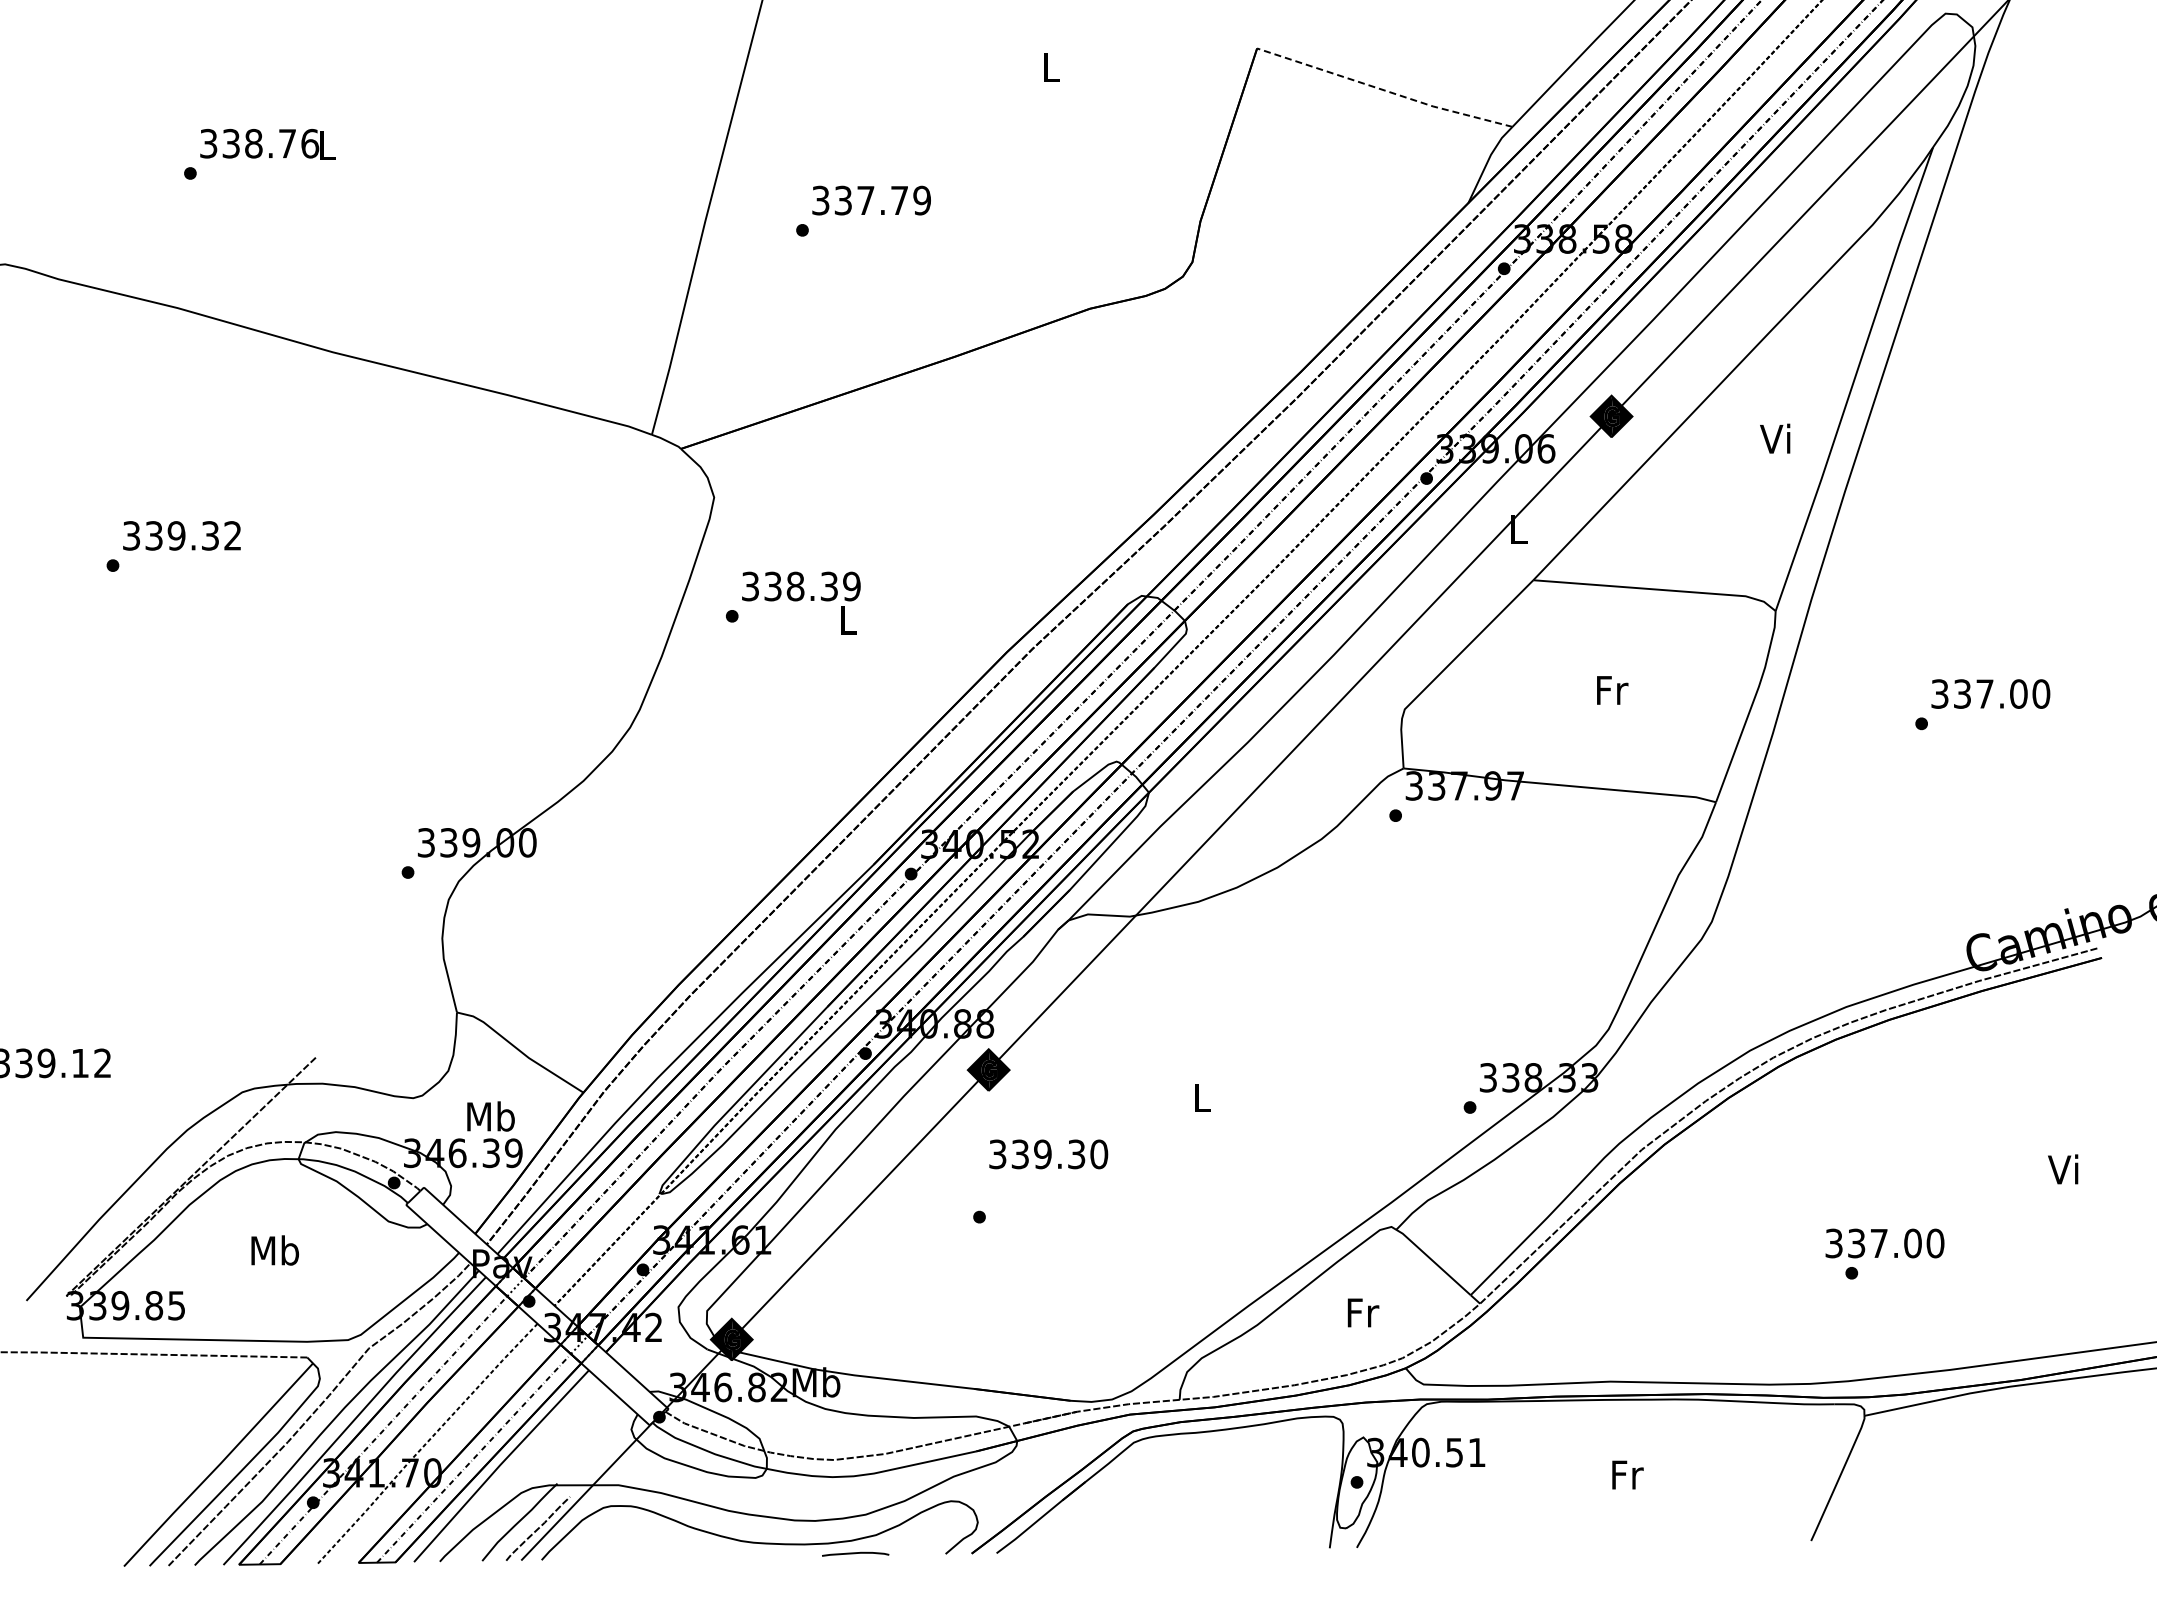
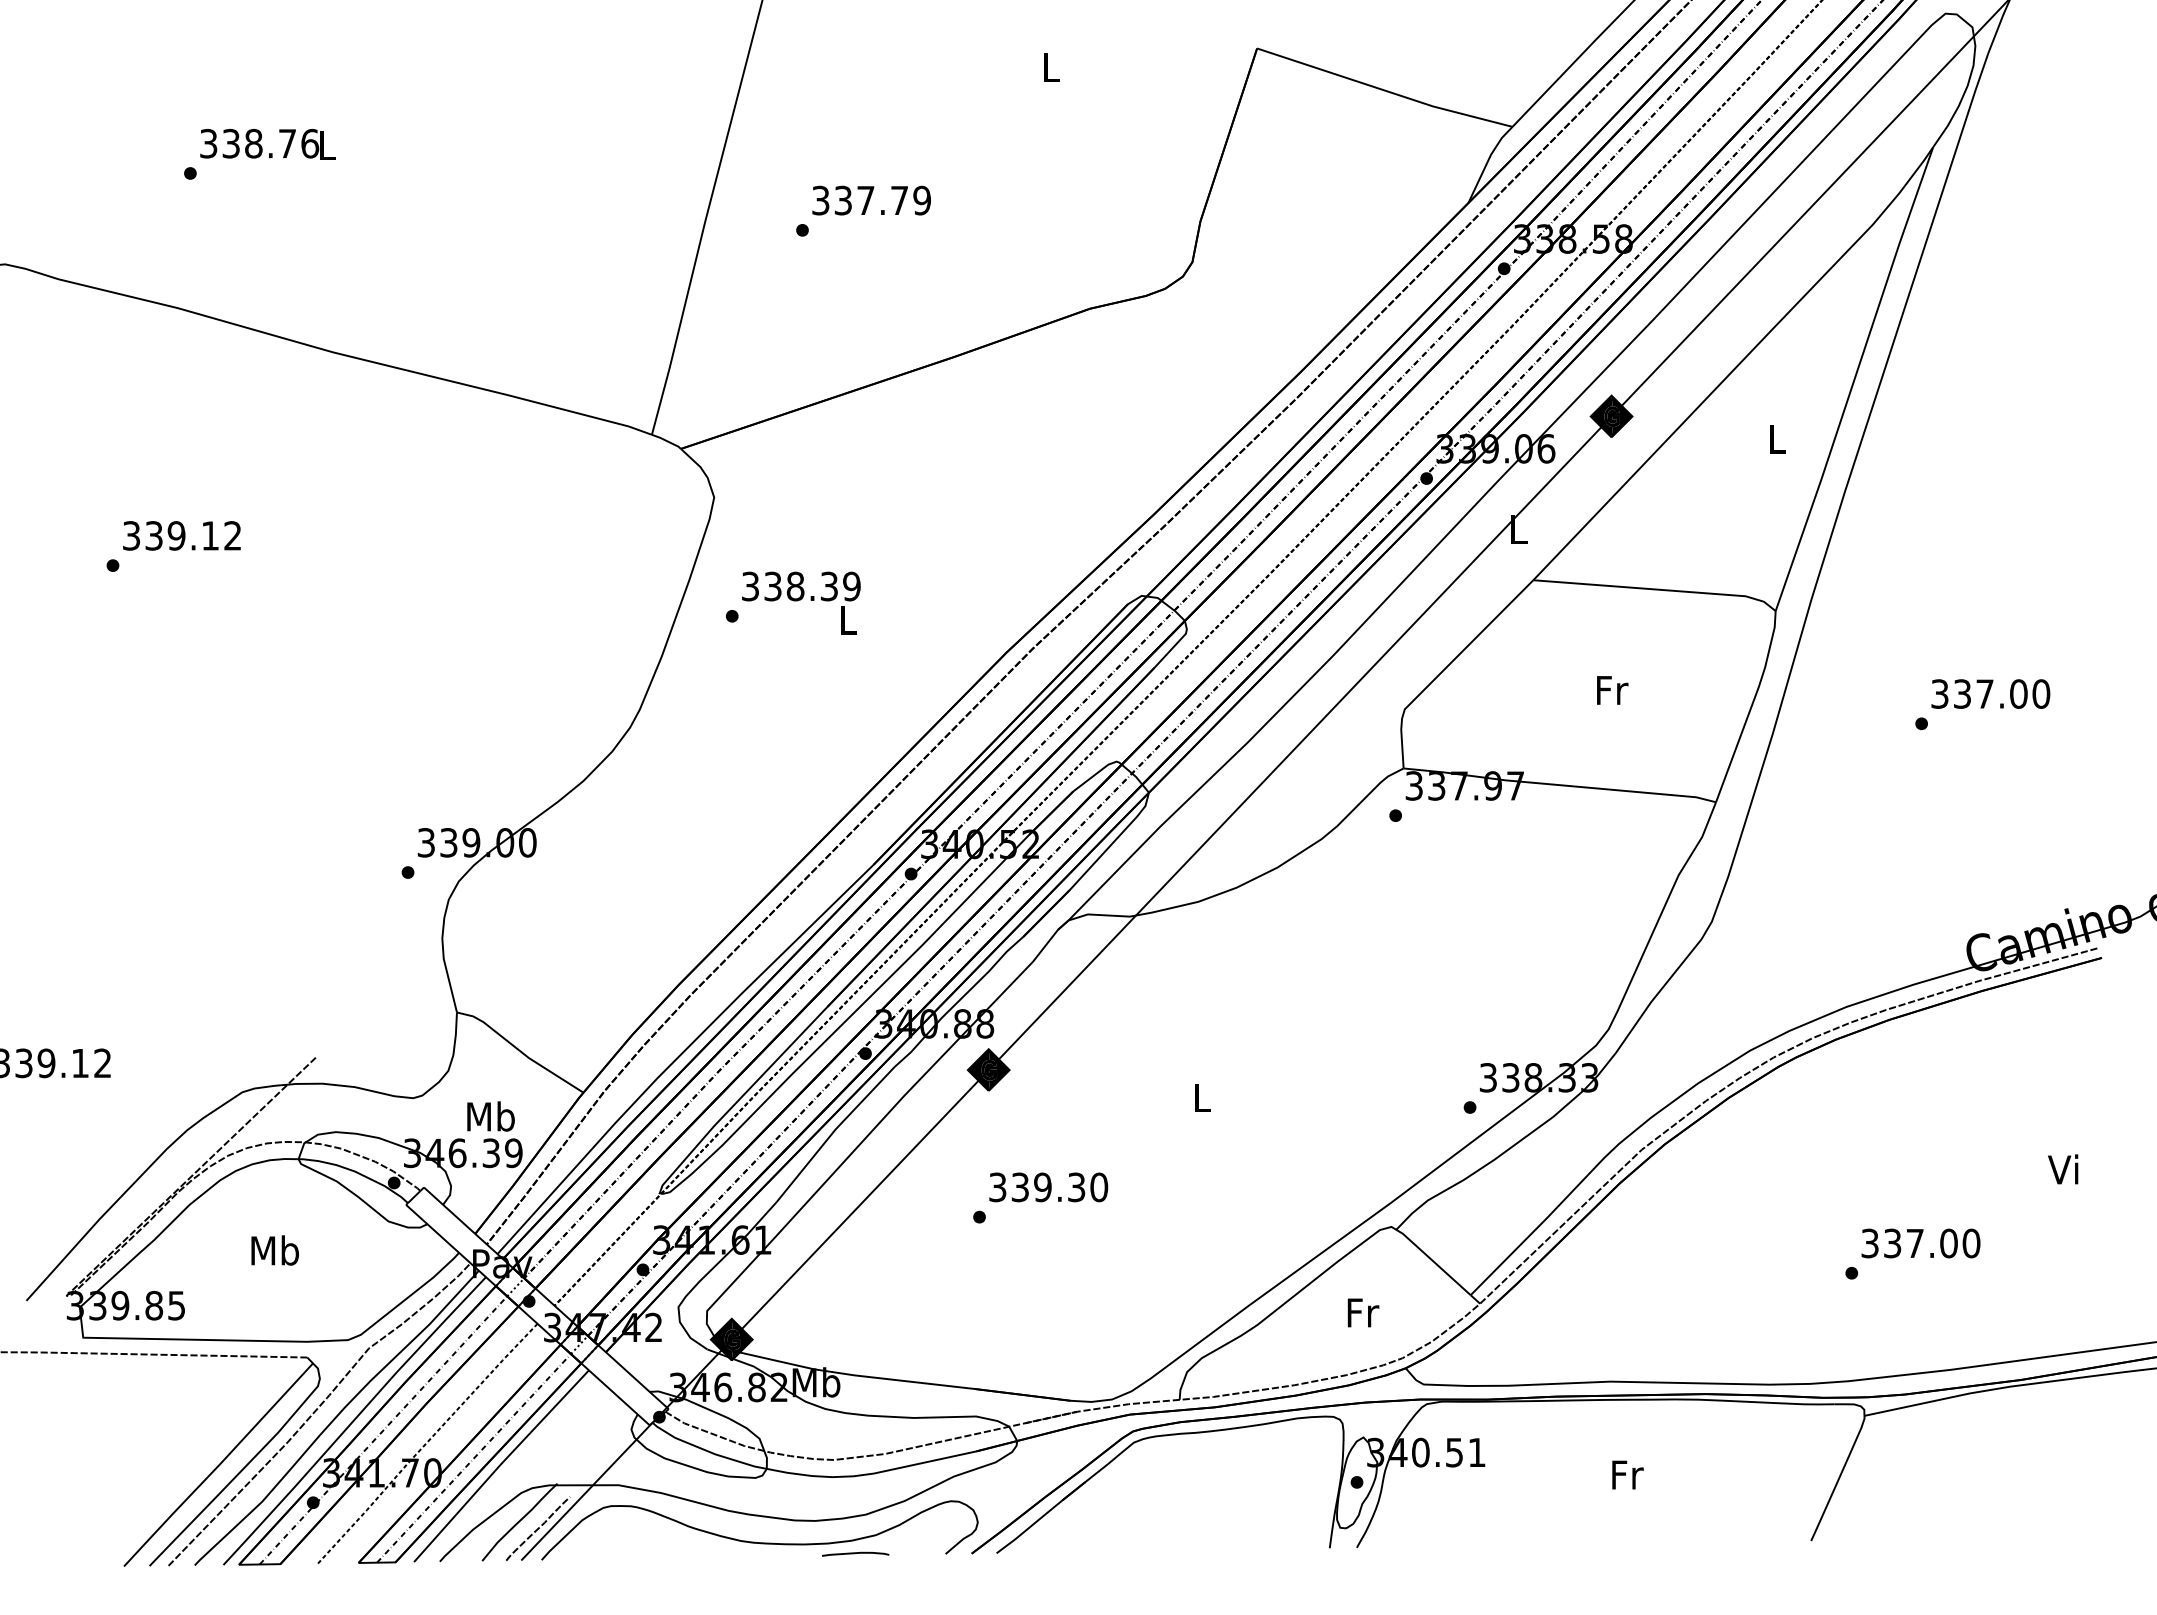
line at (1384, 90): dashed -> solid
text at (1775, 438): Vi -> L
text at (210, 535): 339.32 -> 339.12
text at (1048, 1154) position: (1048, 1154) -> (1048, 1187)
text at (1884, 1243) position: (1884, 1243) -> (1920, 1243)
